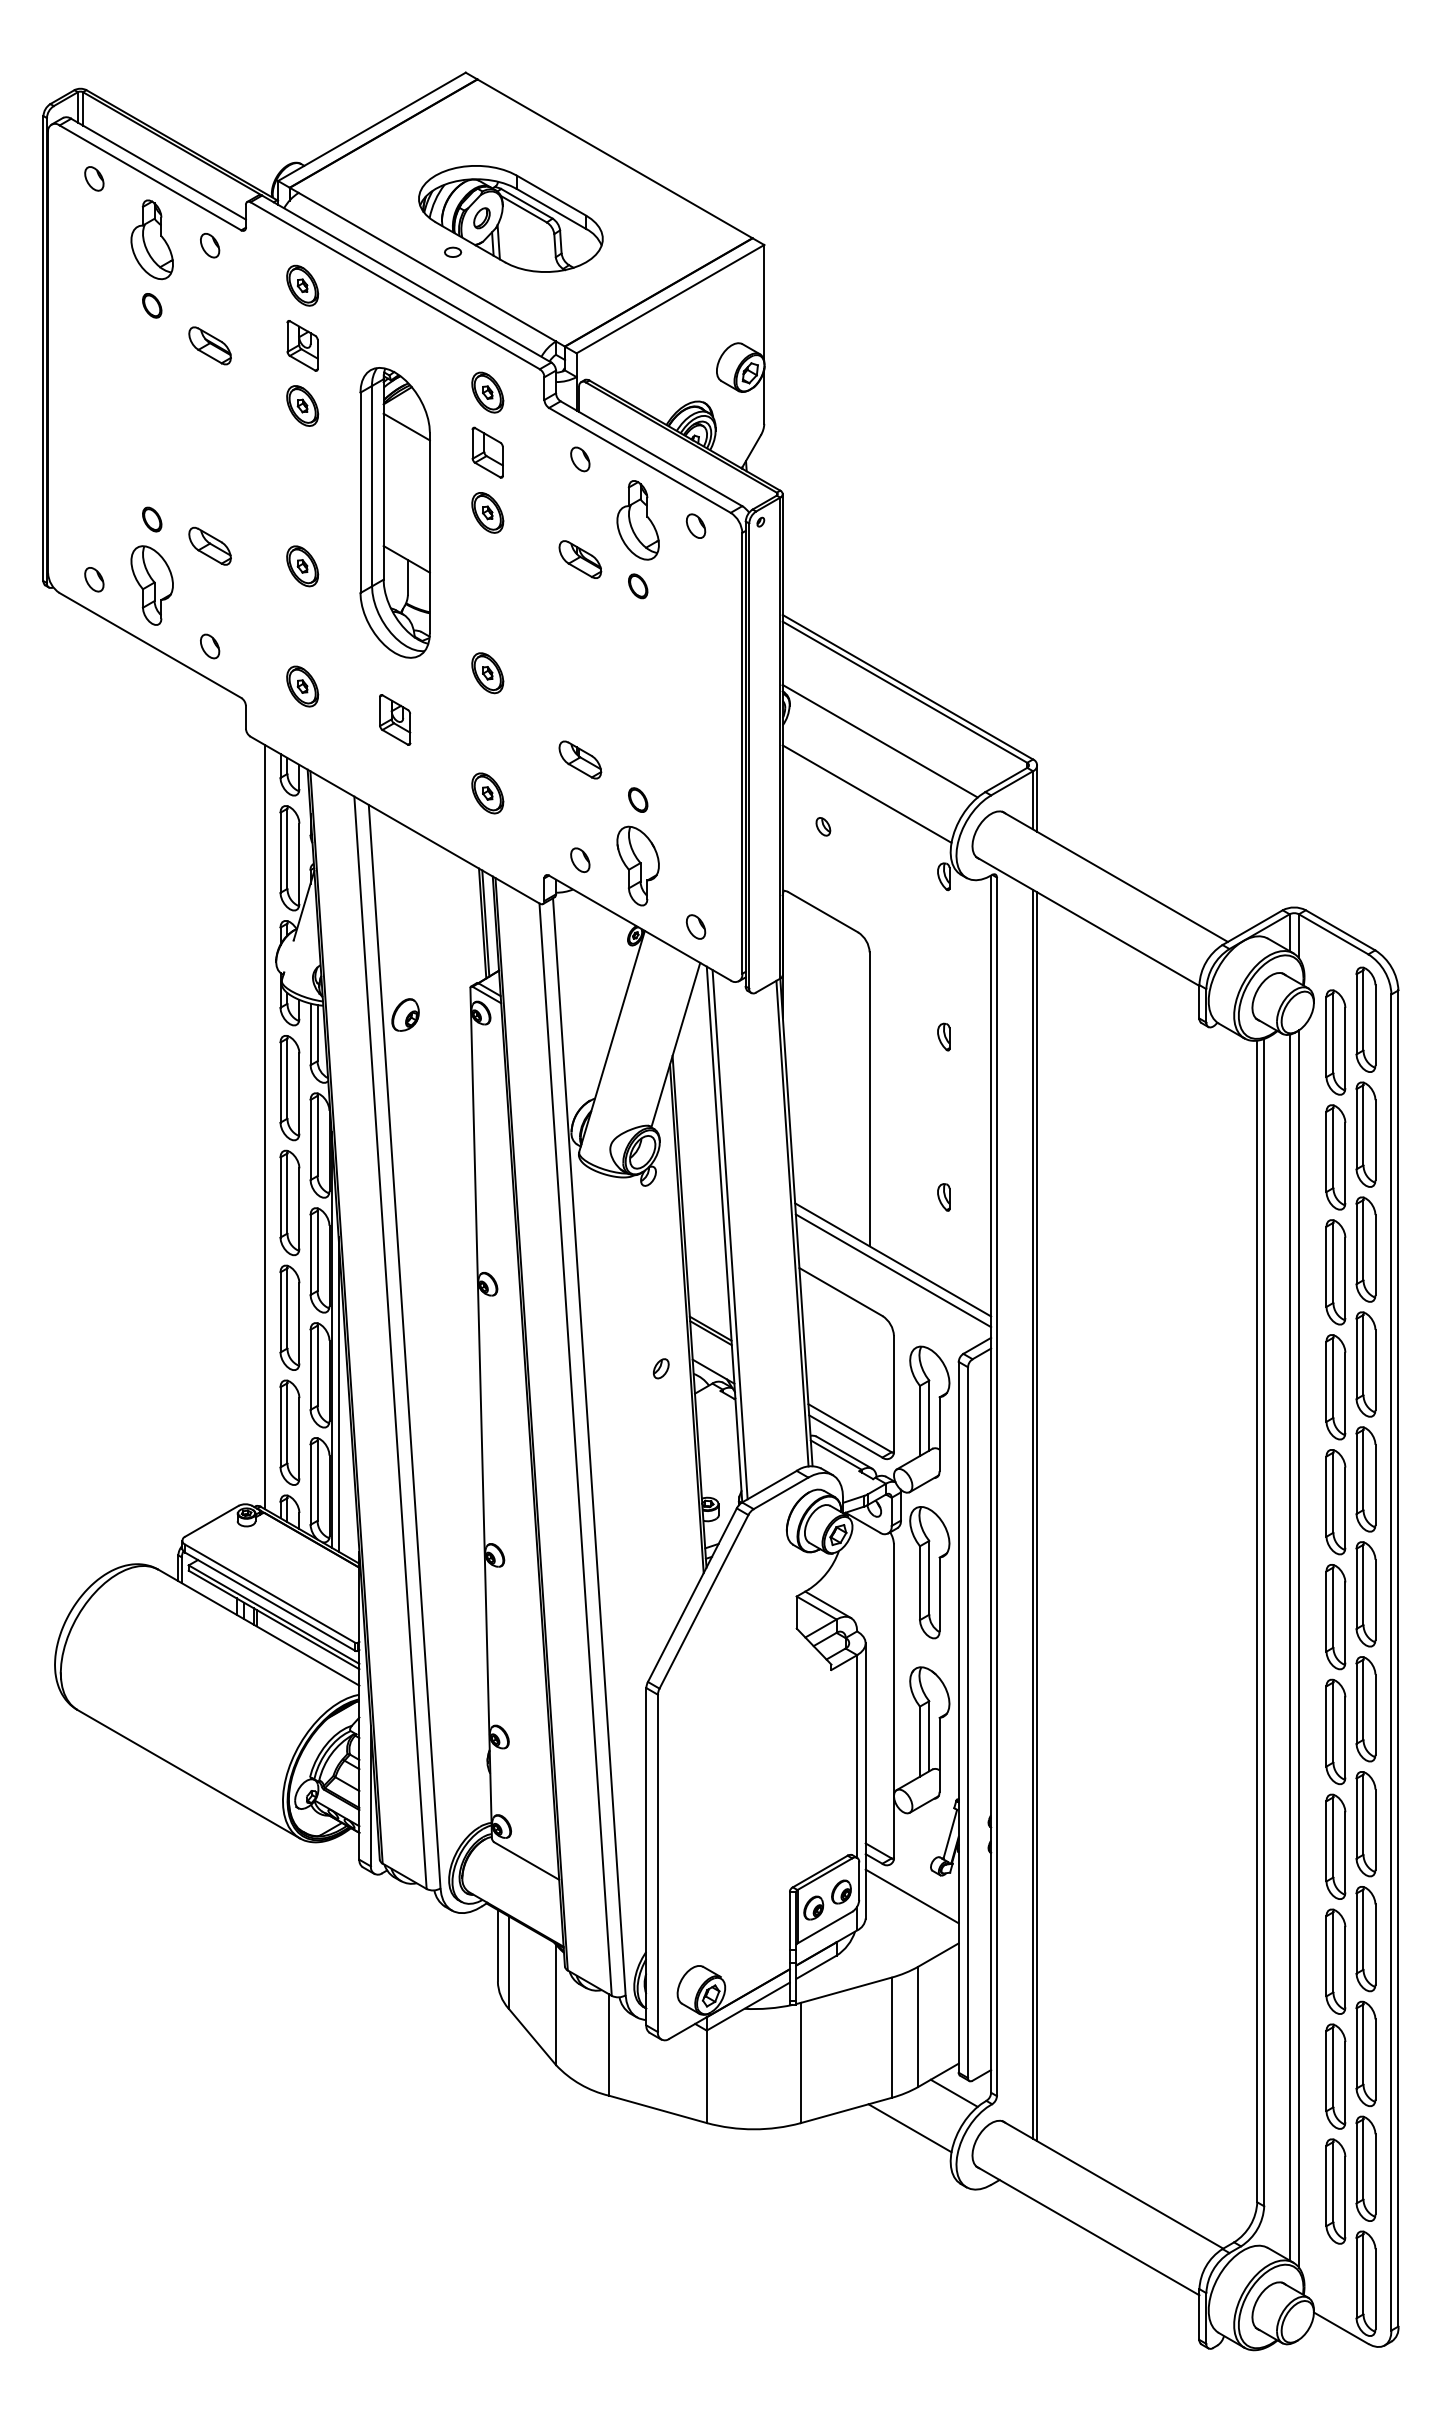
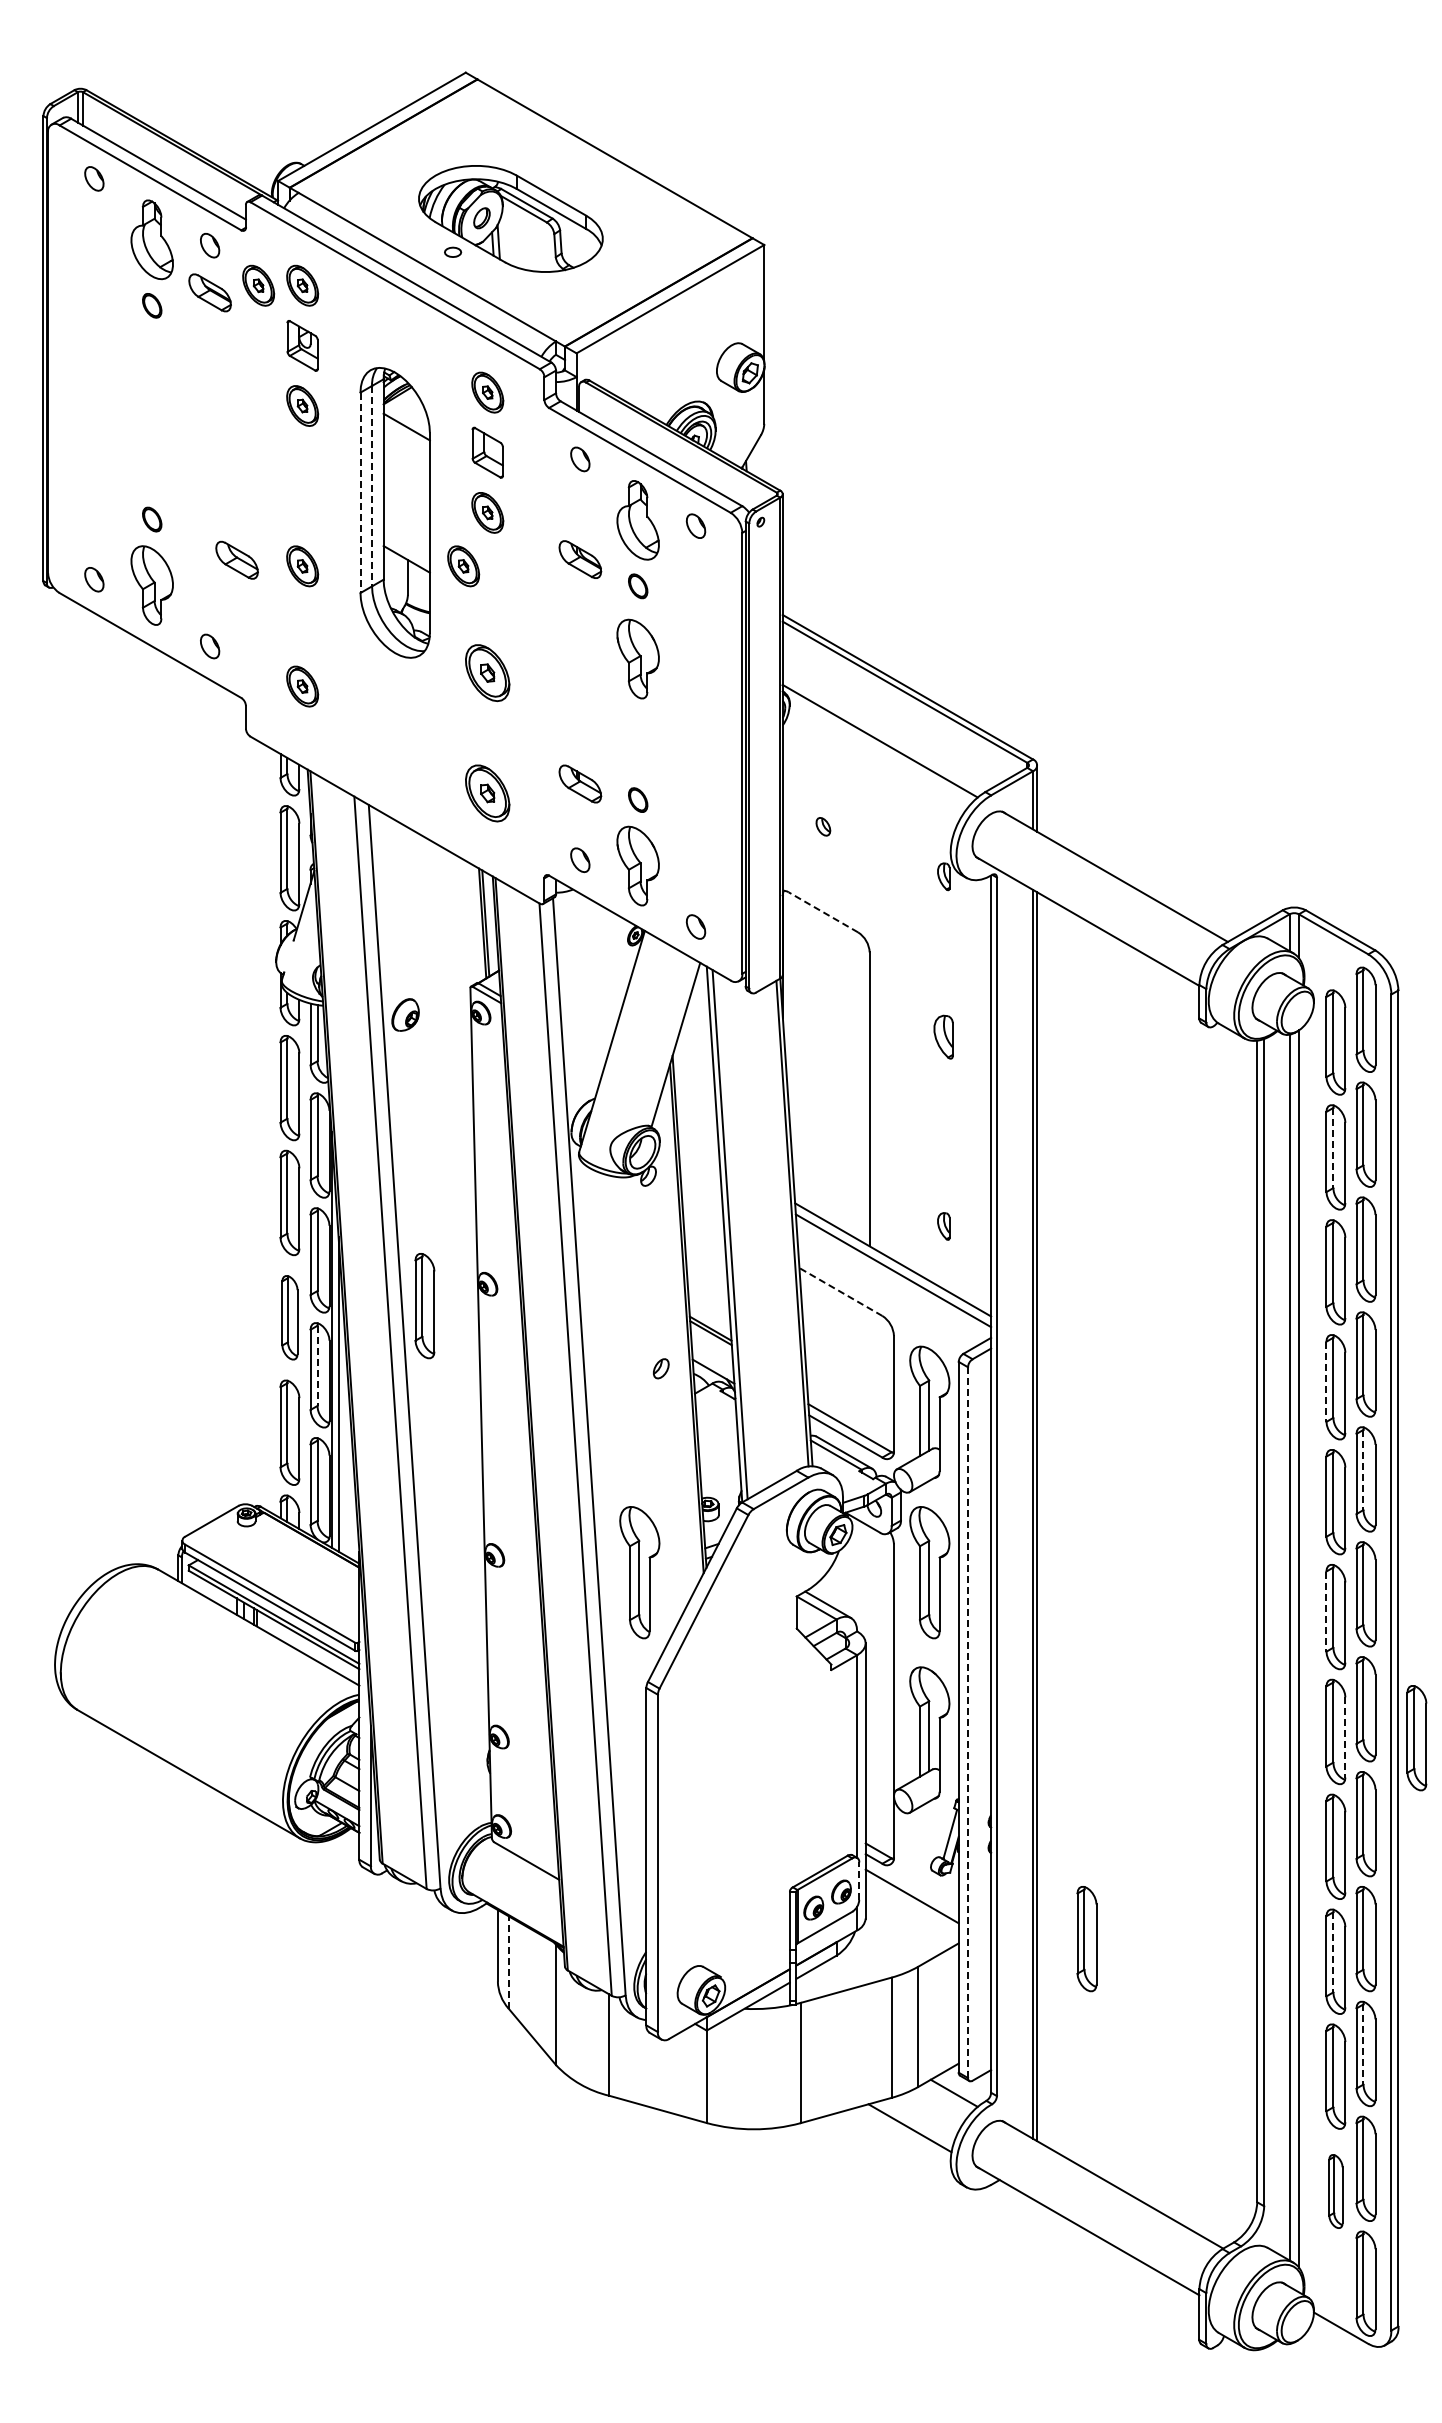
part at (258, 285): none -> present
part at (209, 345) position: (209, 345) -> (209, 292)
line at (372, 486): solid -> dashed
line at (360, 493): solid -> dashed
part at (209, 545) position: (209, 545) -> (236, 559)
part at (463, 566): none -> present
part at (637, 658): none -> present
part at (487, 673) size: 34x43 px -> 46x59 px
part at (395, 719): present -> none
part at (580, 759) position: (580, 759) -> (580, 783)
part at (487, 793) size: 34x43 px -> 46x59 px
line at (866, 793): present -> none
line at (822, 912): solid -> dashed
part at (943, 1036) size: 14x30 px -> 21x46 px
line at (264, 1126): present -> none
line at (1333, 1148): solid -> dashed
part at (943, 1197) position: (943, 1197) -> (943, 1226)
line at (840, 1292): solid -> dashed
part at (424, 1306): none -> present
part at (289, 1317) size: 22x107 px -> 18x86 px
line at (317, 1366): solid -> dashed
line at (1326, 1382): solid -> dashed
line at (1363, 1470): solid -> dashed
part at (639, 1572): none -> present
line at (1326, 1612): solid -> dashed
line at (968, 1722): solid -> dashed
line at (1345, 1737): solid -> dashed
part at (1416, 1738): none -> present
line at (859, 1881): solid -> dashed
part at (1086, 1939): none -> present
line at (1333, 1952): solid -> dashed
line at (508, 1961): solid -> dashed
line at (1363, 2044): solid -> dashed
part at (1335, 2191) size: 22x107 px -> 16x75 px
